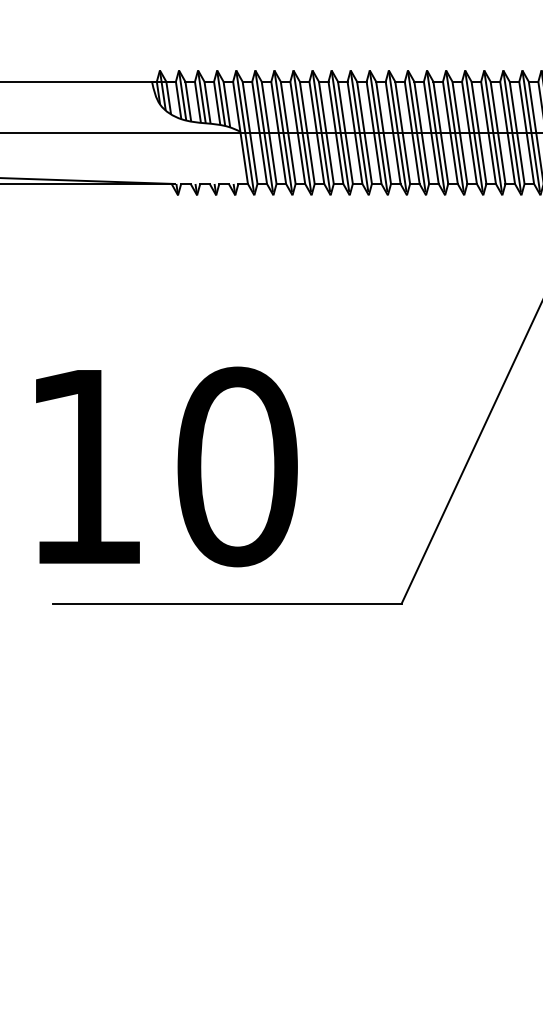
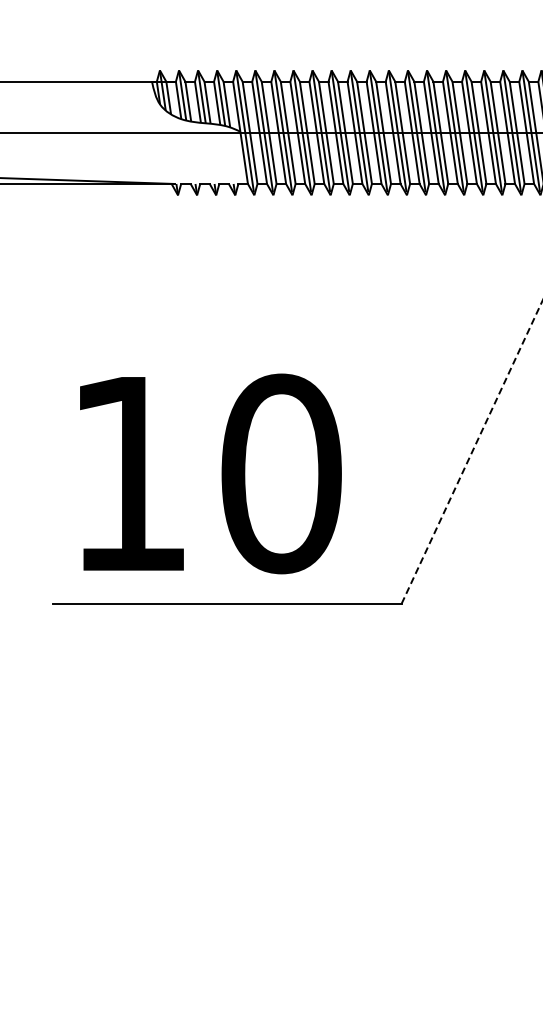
line at (472, 451): solid -> dashed
text at (166, 466) position: (166, 466) -> (210, 473)
